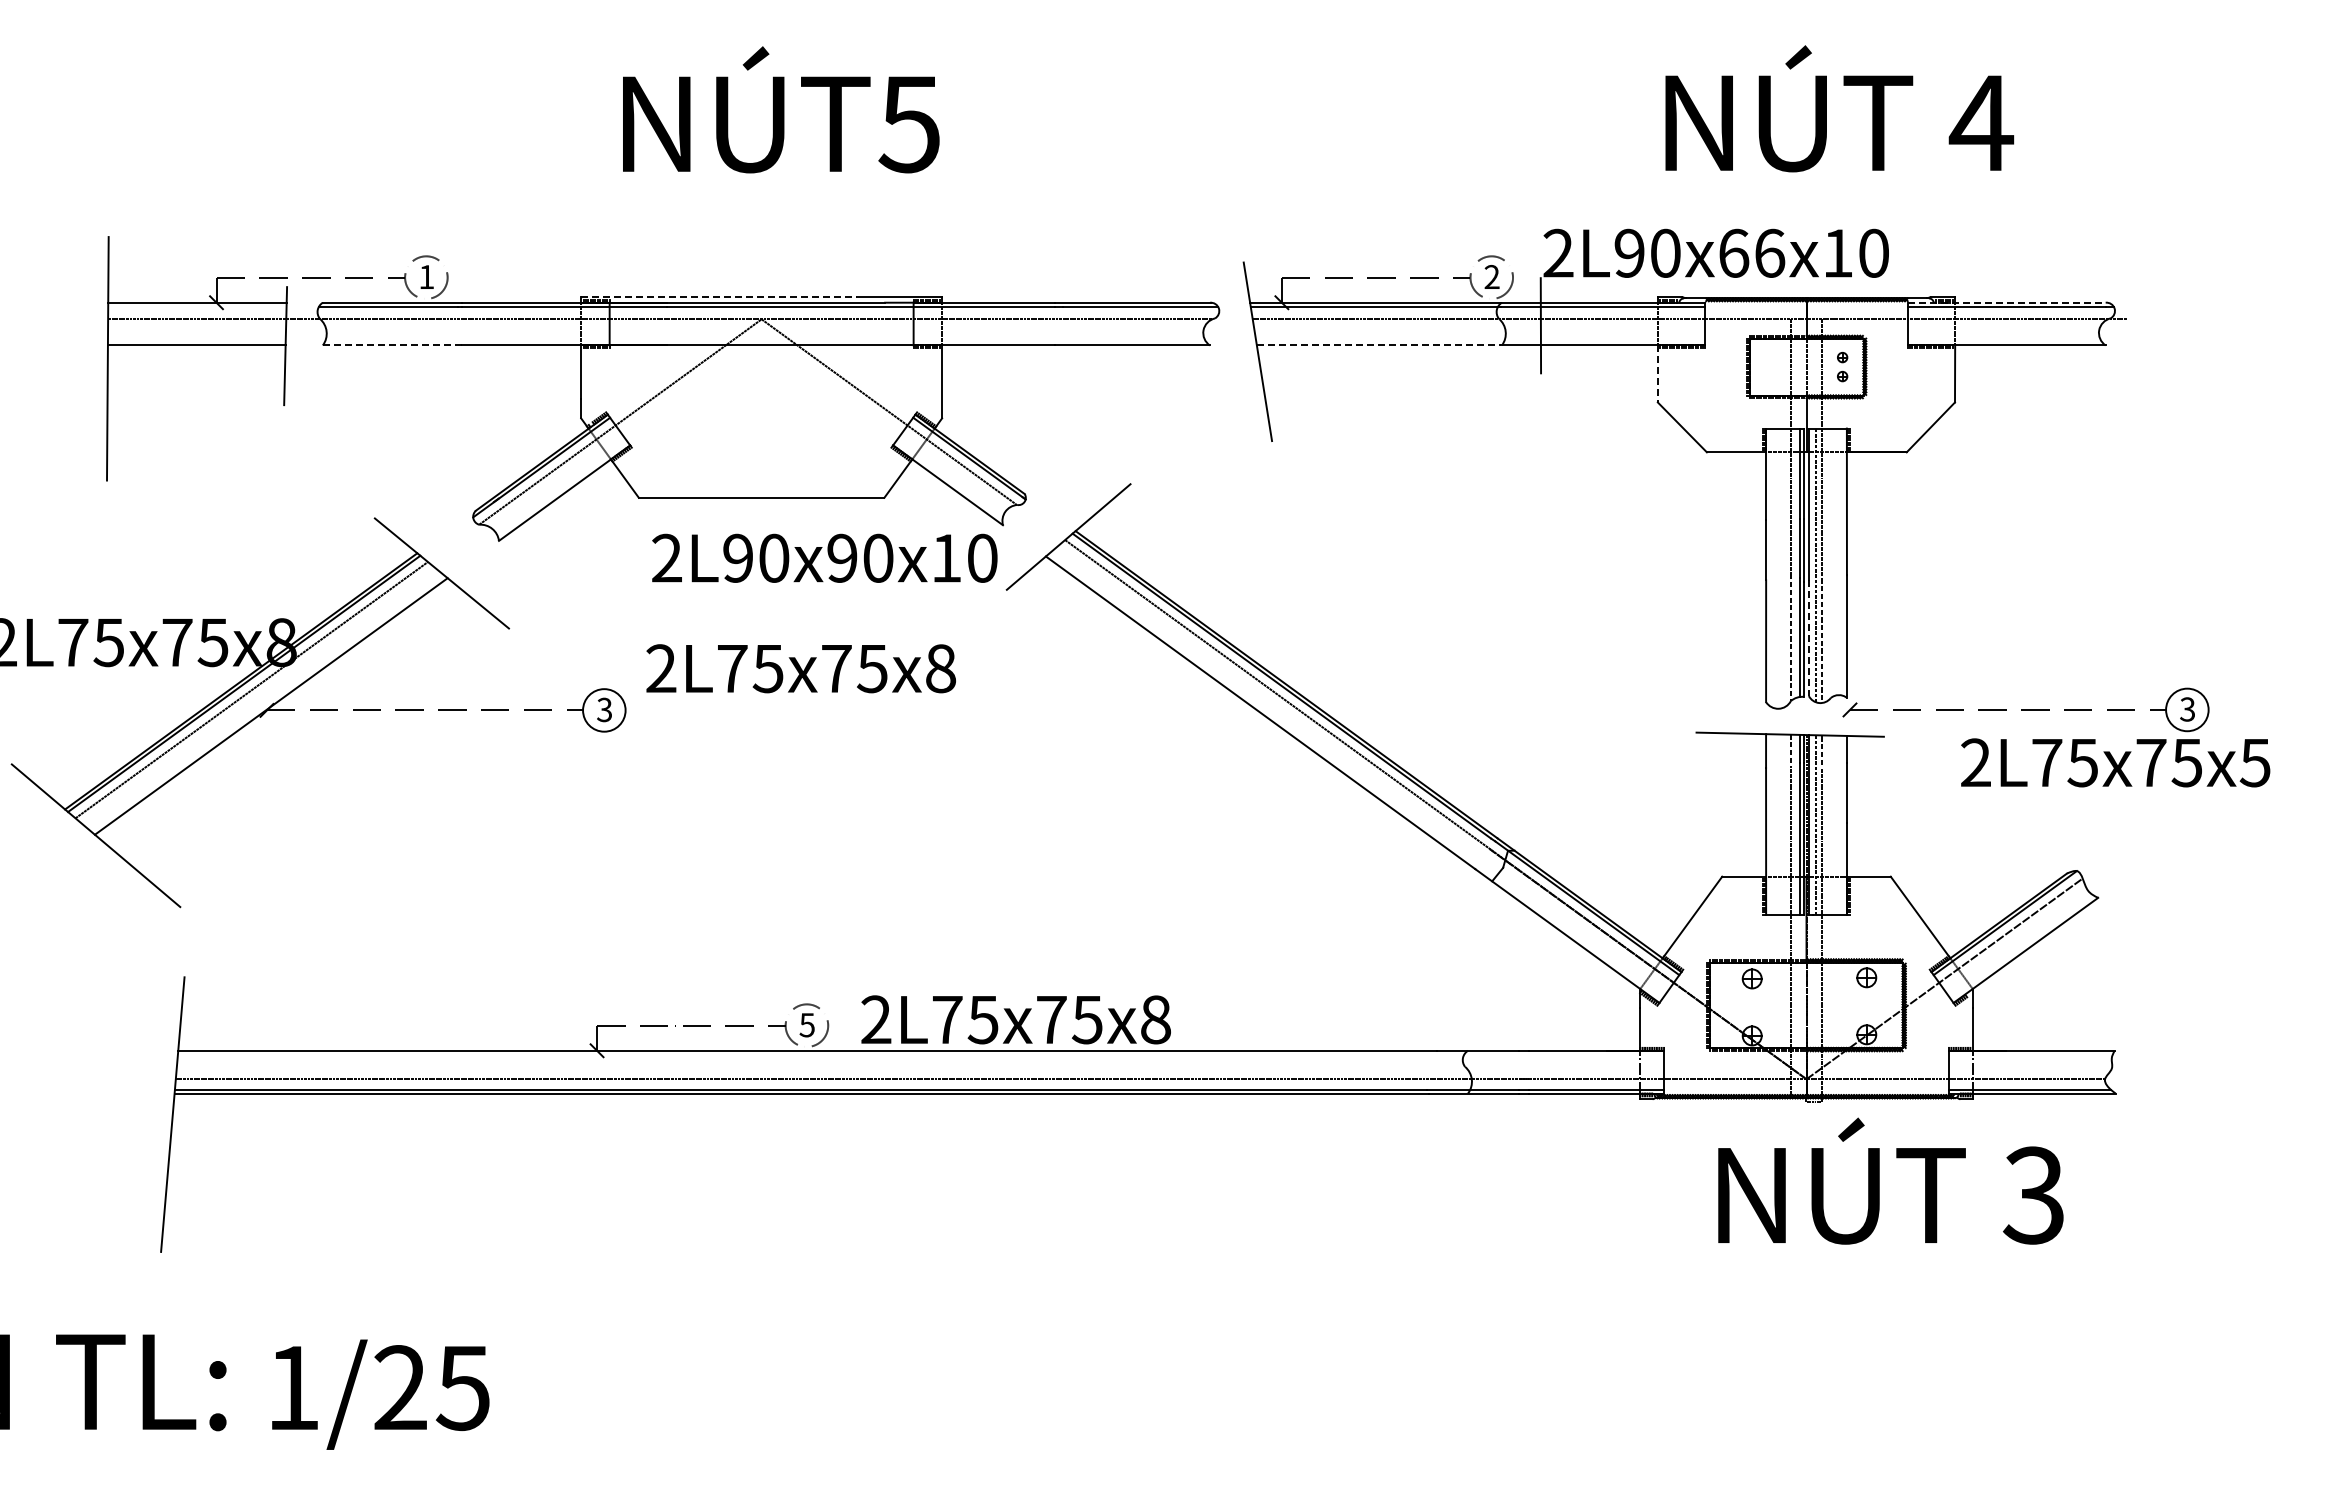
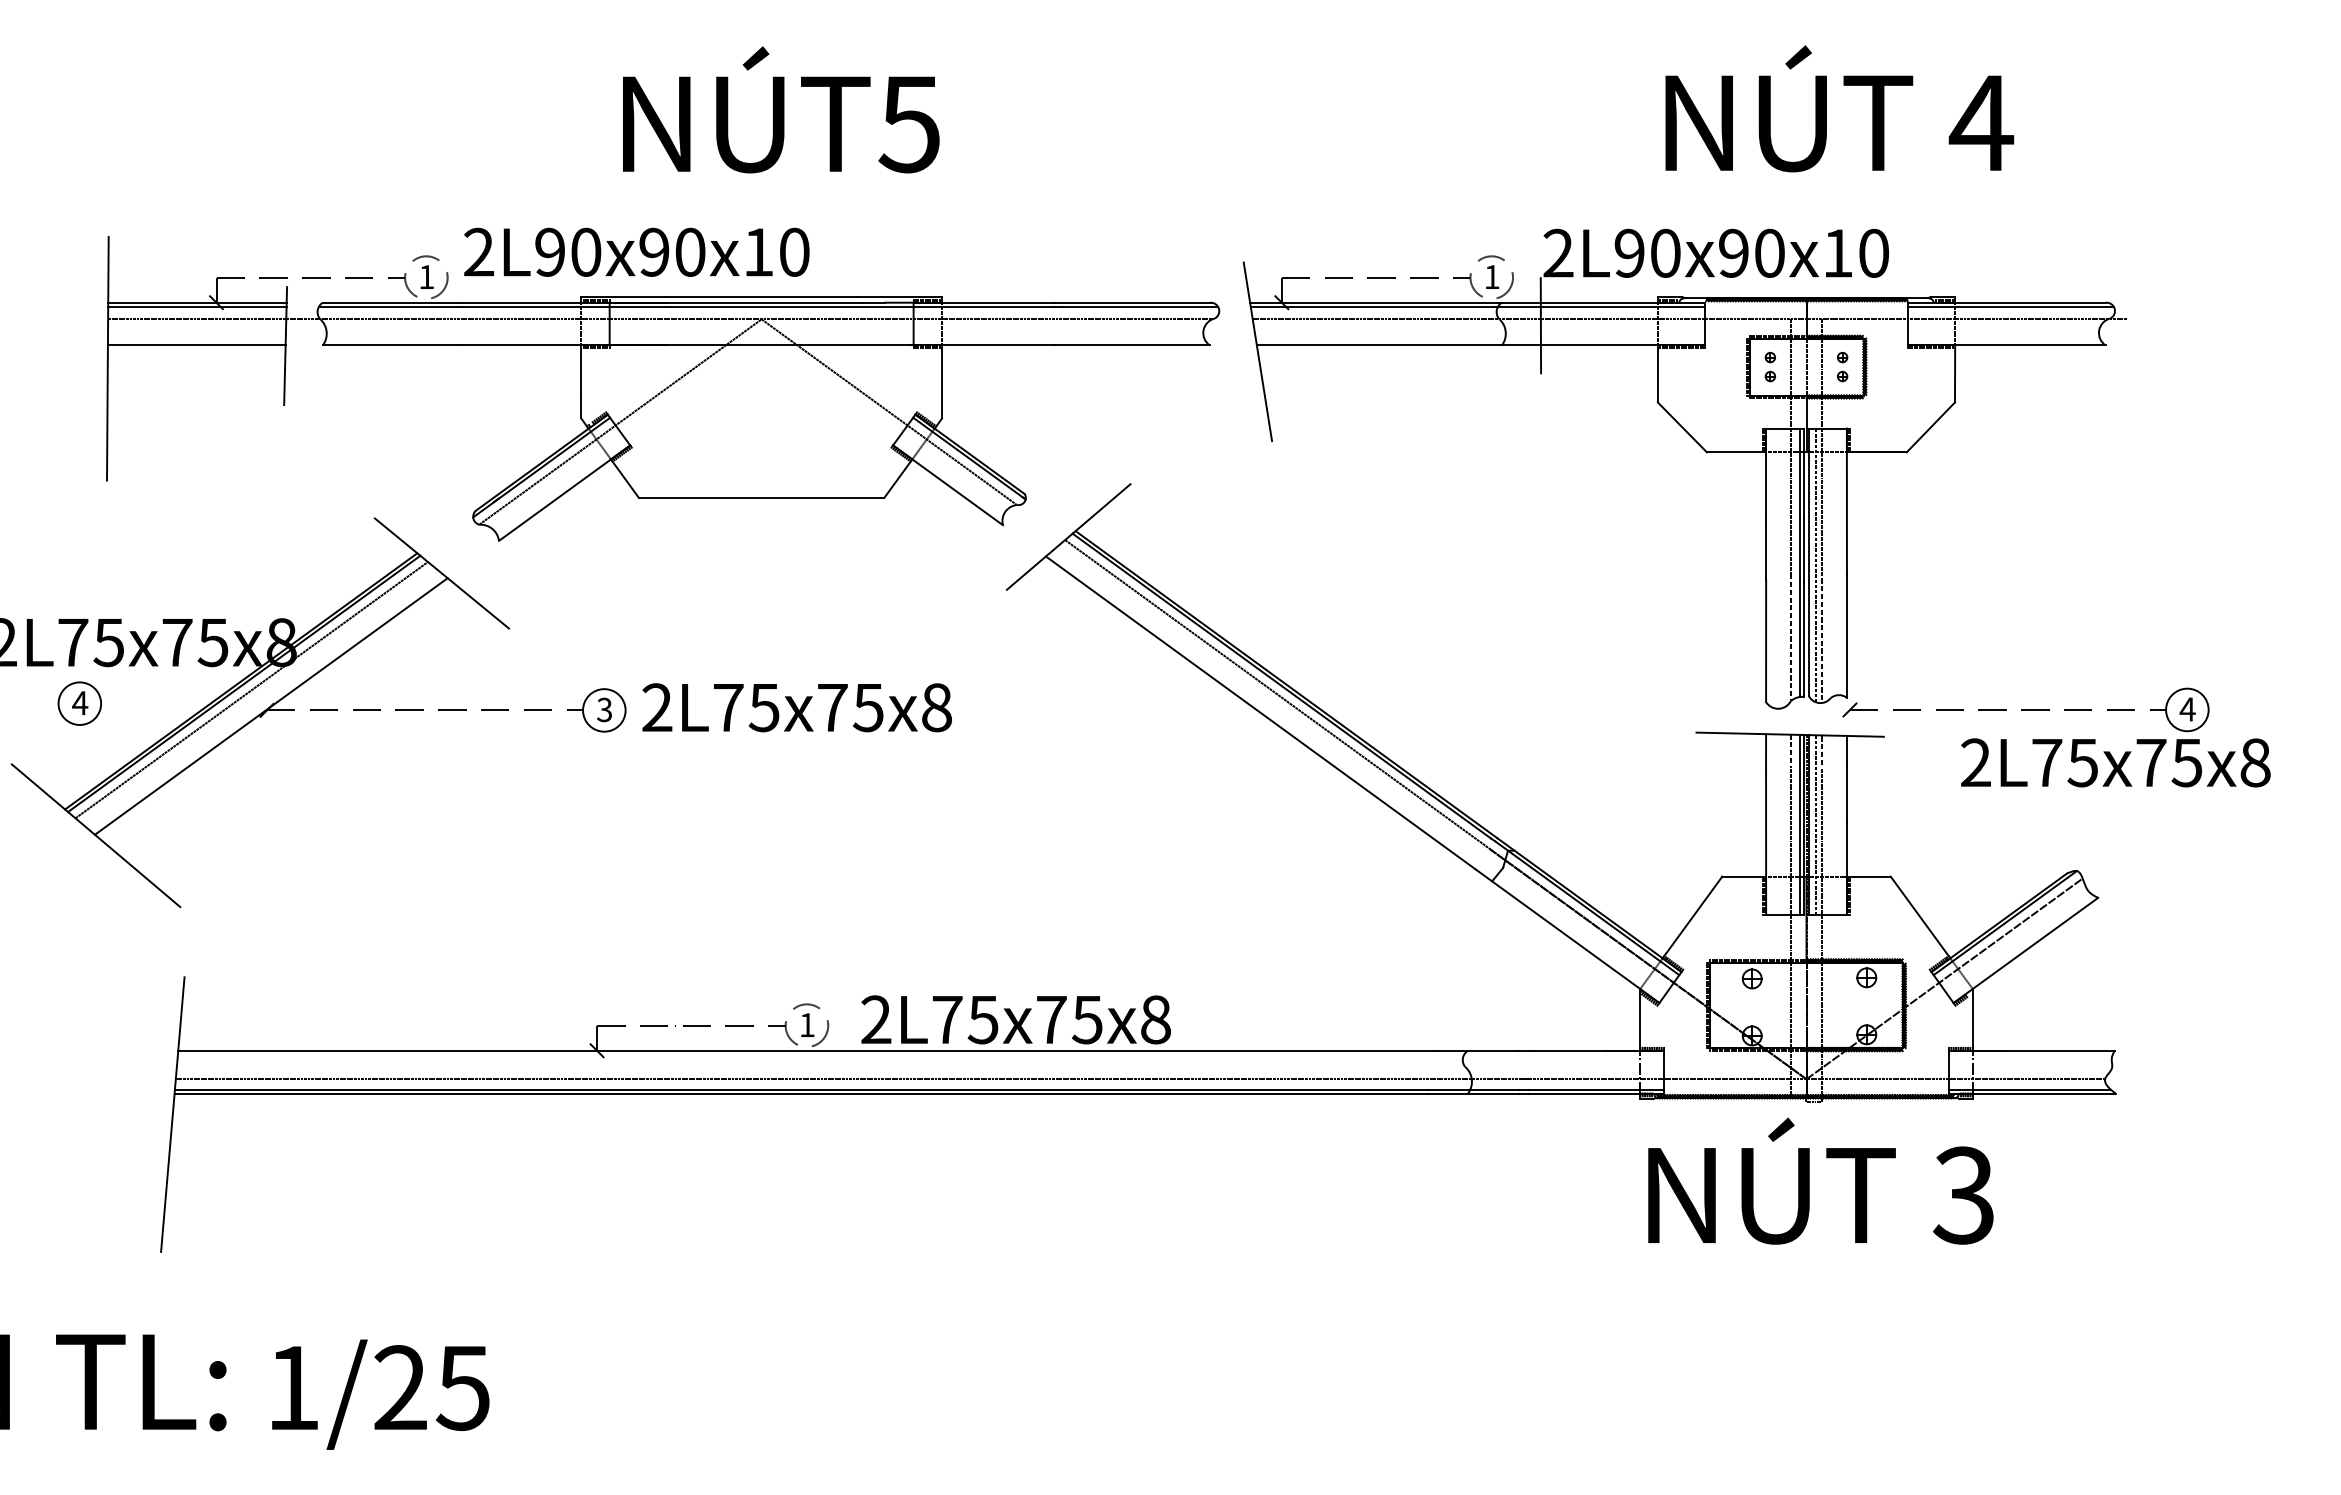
text at (1752, 252): 2L90x66x10 -> 2L90x90x10
text at (1491, 276): 2 -> 1
line at (718, 297): dashed -> solid
line at (2006, 302): dashed -> solid
line at (197, 307): none -> present
line at (392, 345): dashed -> solid
line at (1378, 345): dashed -> solid
part at (1769, 367): none -> present
line at (1657, 374): dashed -> solid
text at (824, 557) position: (824, 557) -> (636, 251)
line at (1808, 638): dashed -> solid
text at (800, 668) position: (800, 668) -> (796, 707)
part at (79, 703): none -> present
text at (2187, 709): 3 -> 4
text at (2254, 762): 2L75x75x5 -> 2L75x75x8
text at (806, 1025): 5 -> 1
text at (1890, 1180) position: (1890, 1180) -> (1820, 1180)
